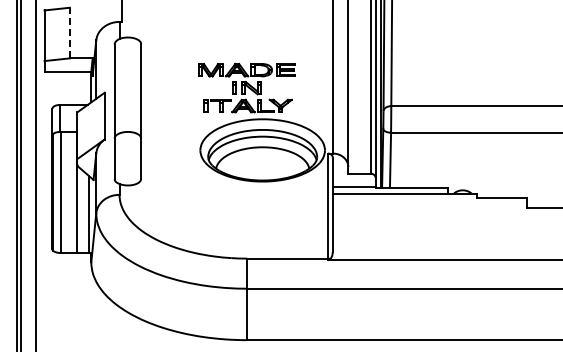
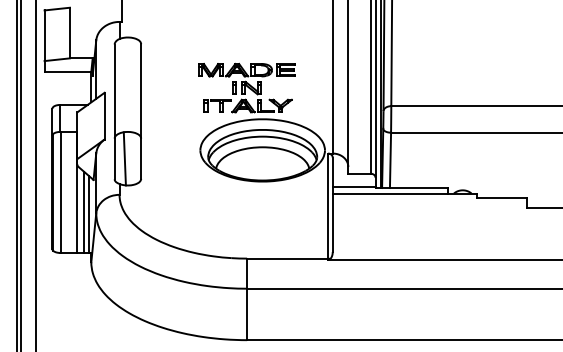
line at (69, 32): dashed -> solid
line at (124, 158): none -> present
line at (84, 211): none -> present
